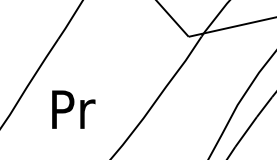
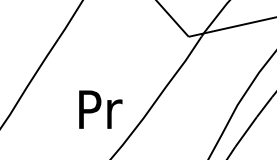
text at (73, 109) position: (73, 109) -> (100, 109)
